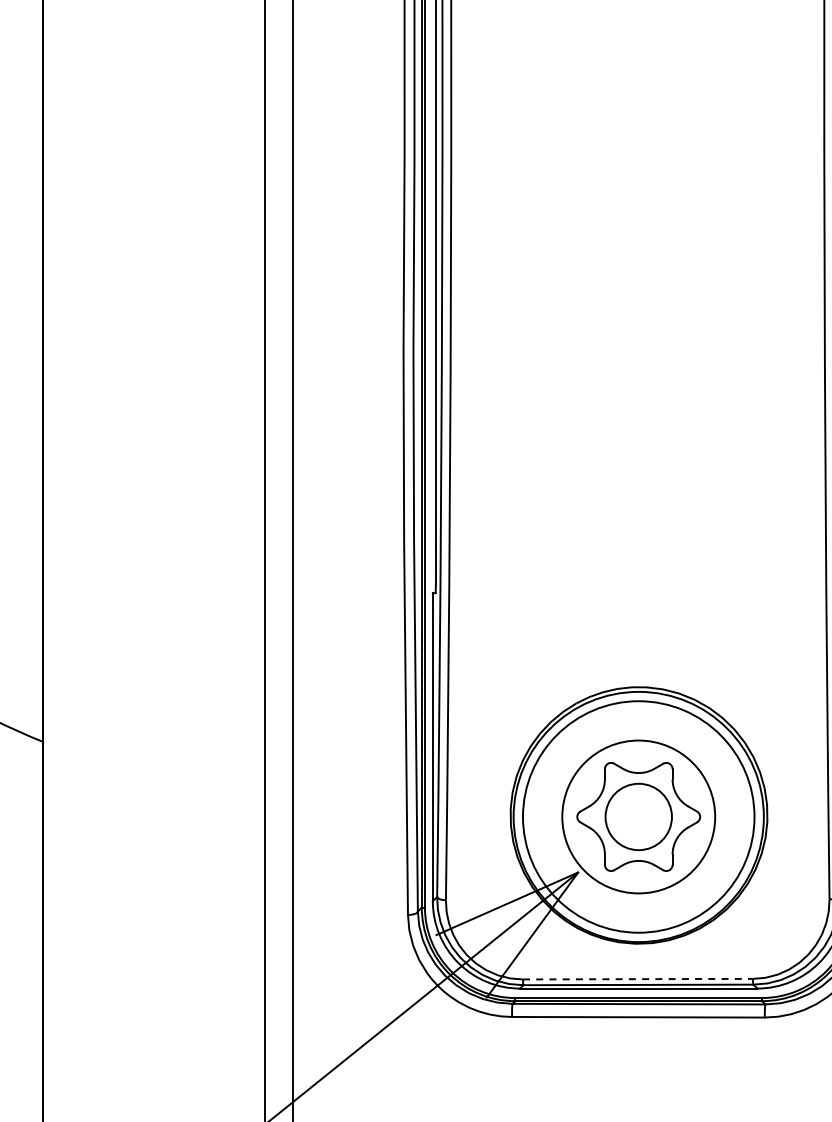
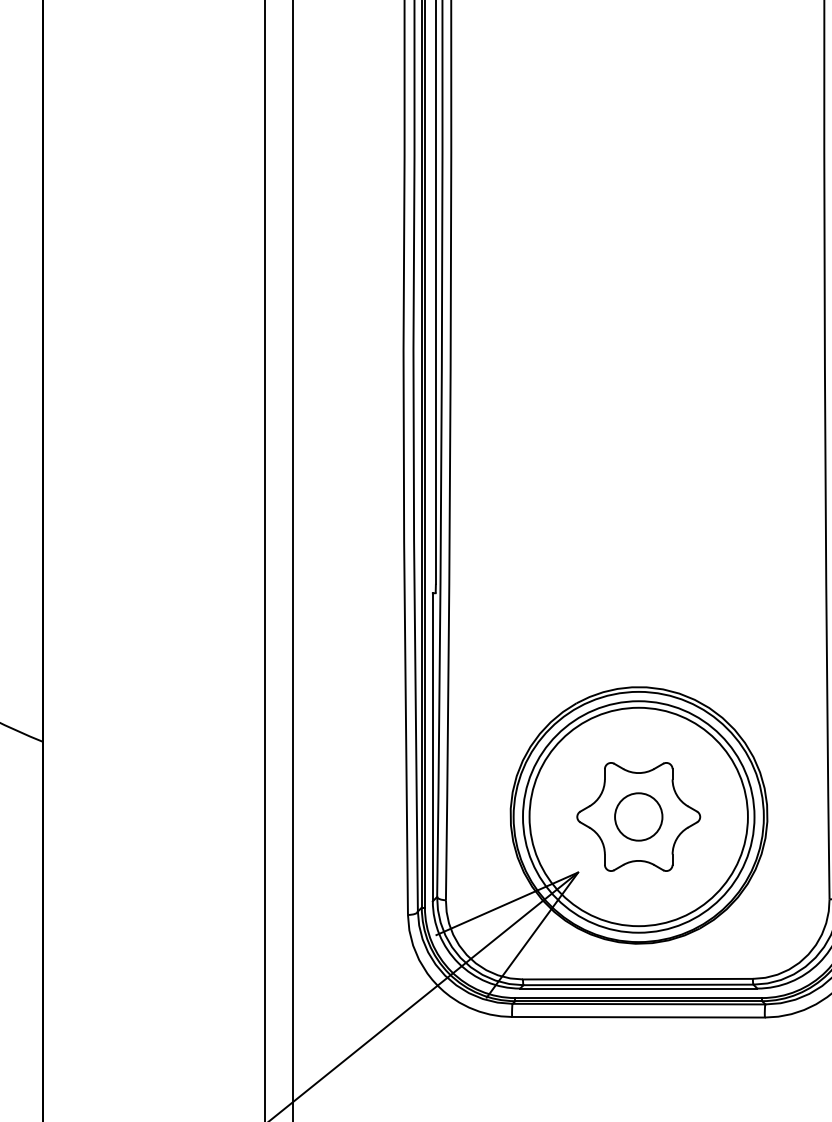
circle at (638, 816) diameter: 153 px -> 218 px
circle at (638, 816) diameter: 66 px -> 47 px
line at (637, 979): dashed -> solid
